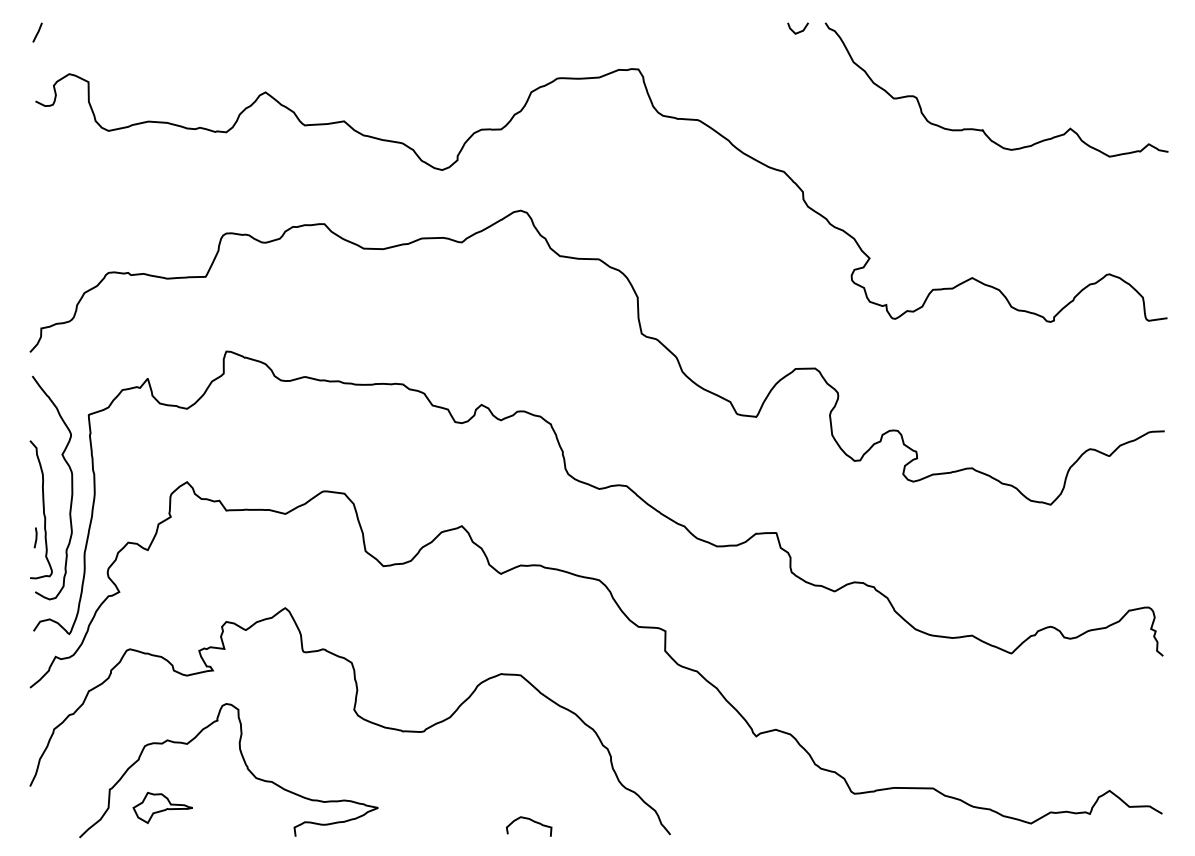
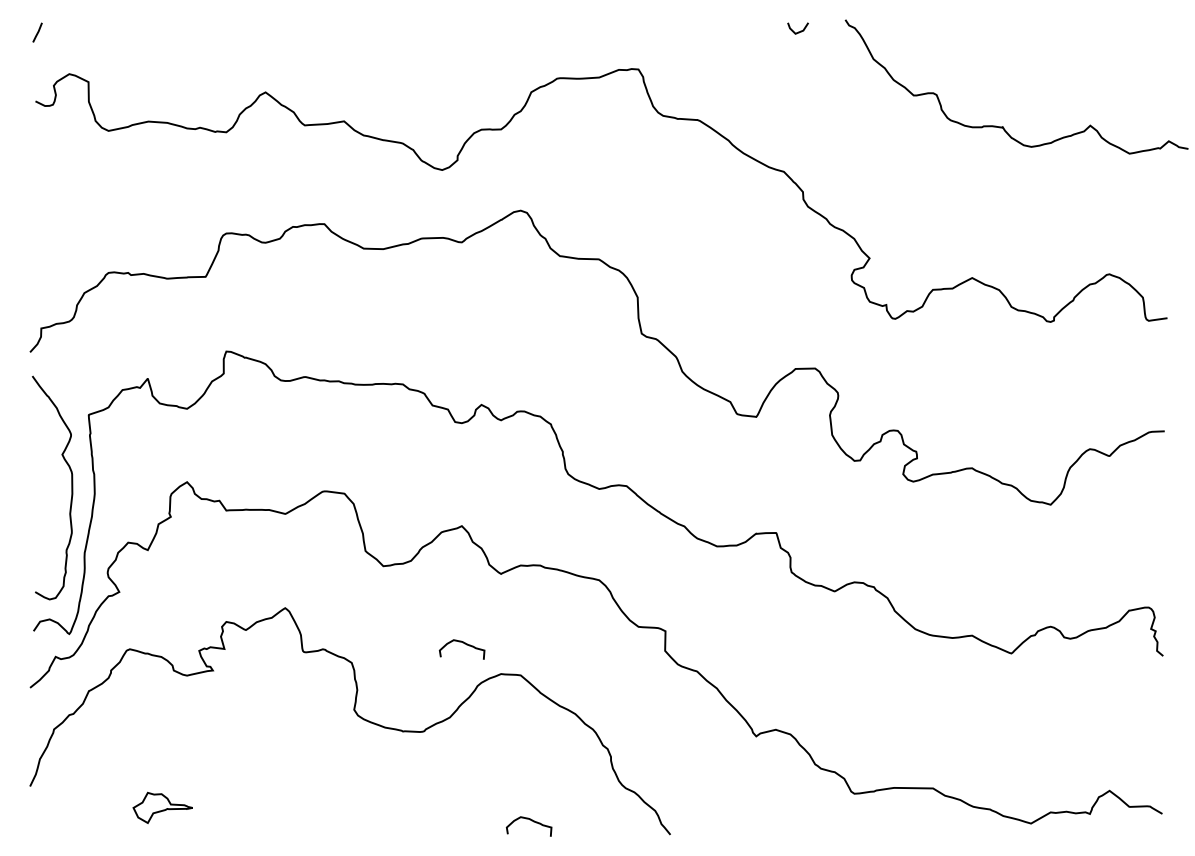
curve at (983, 129) position: (983, 129) -> (1003, 126)
part at (40, 509): present -> none
curve at (464, 644): none -> present
curve at (244, 764): present -> none
